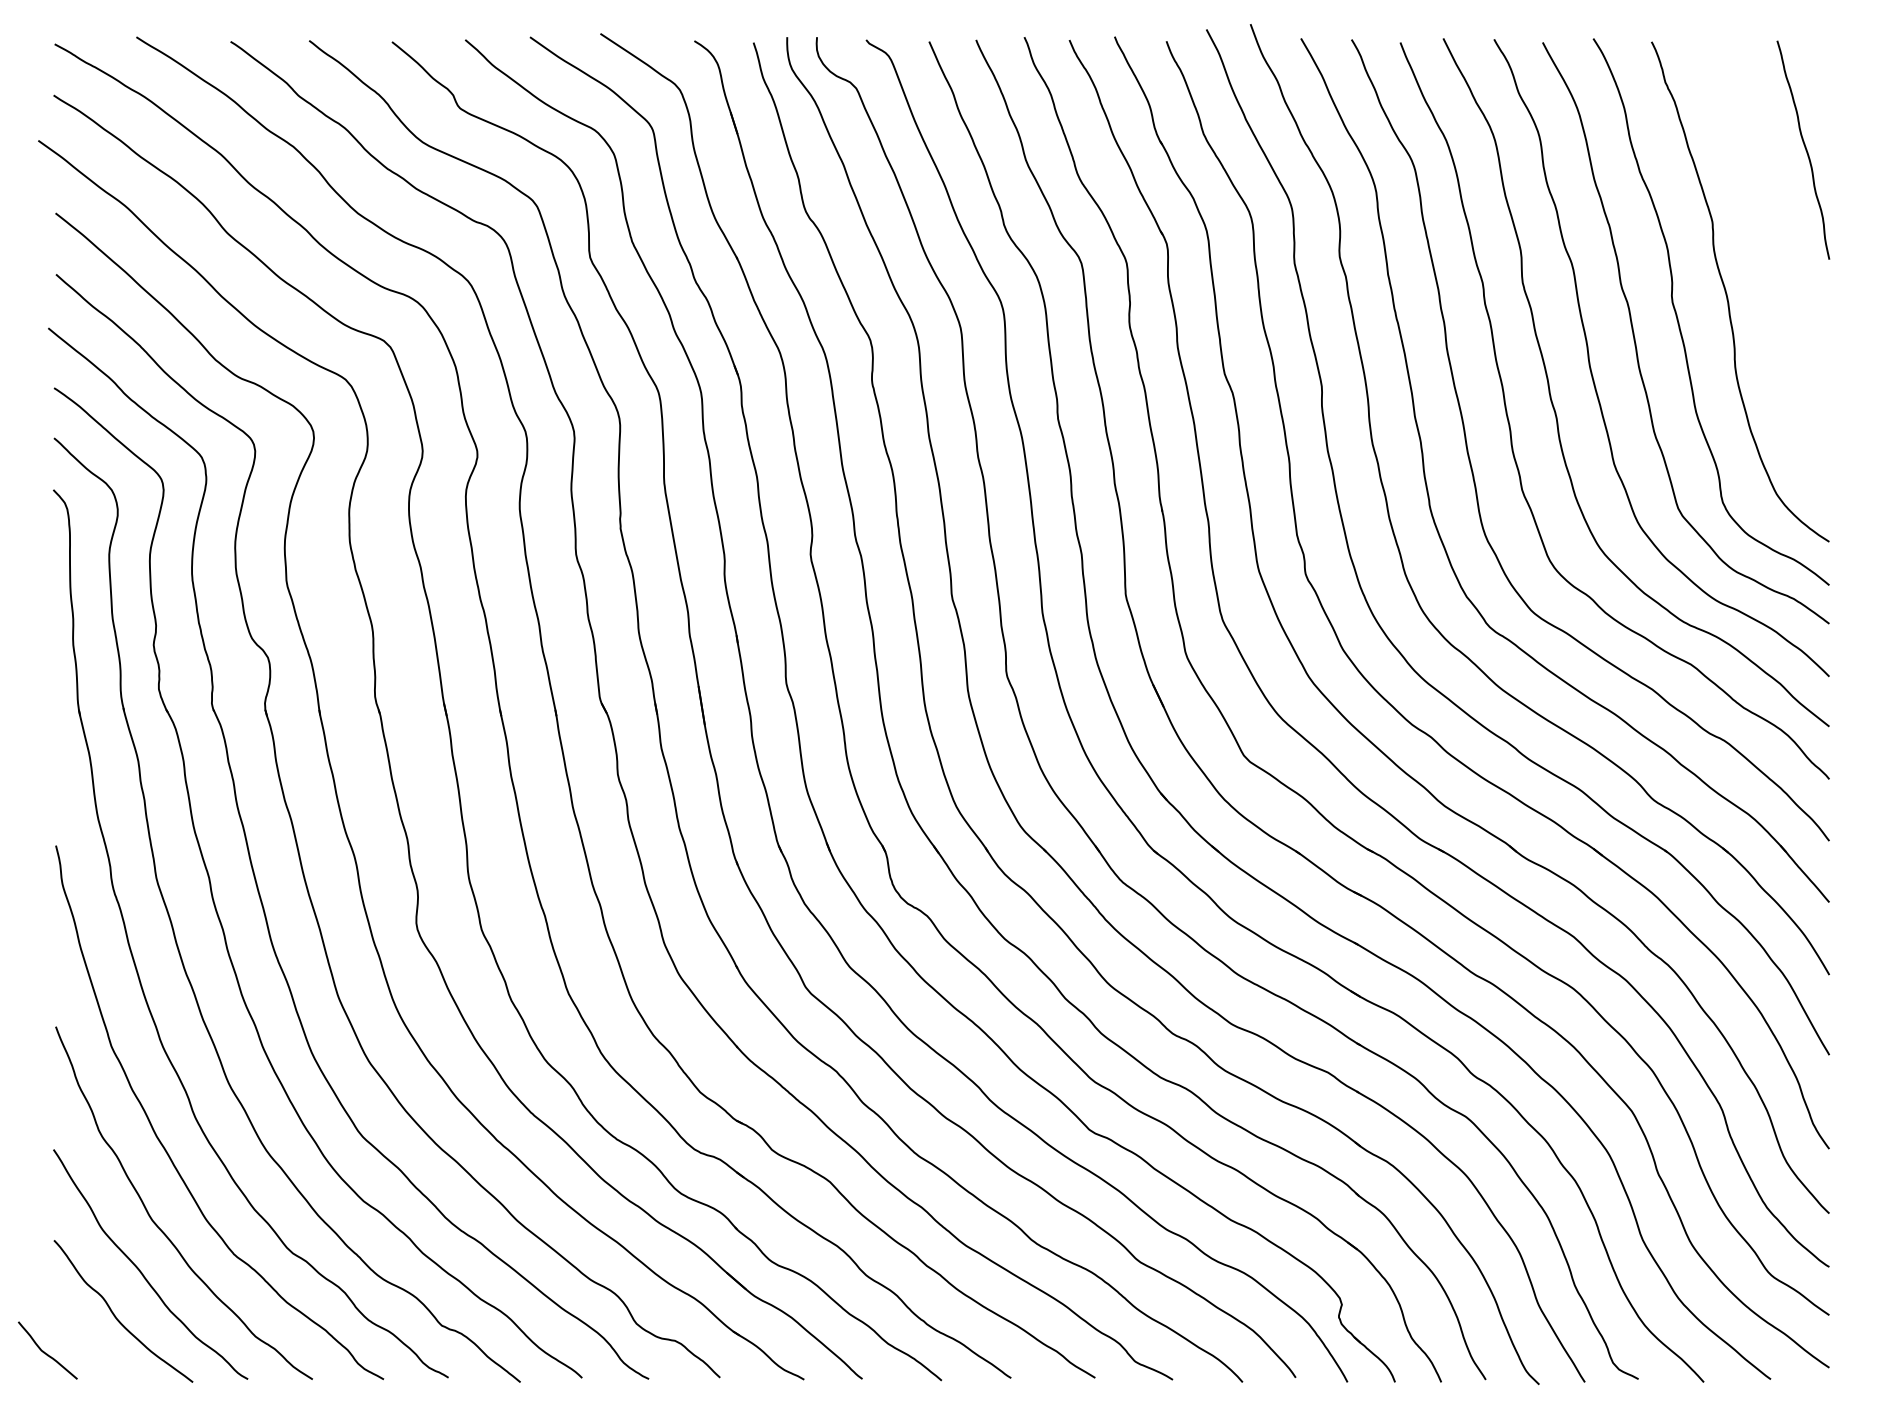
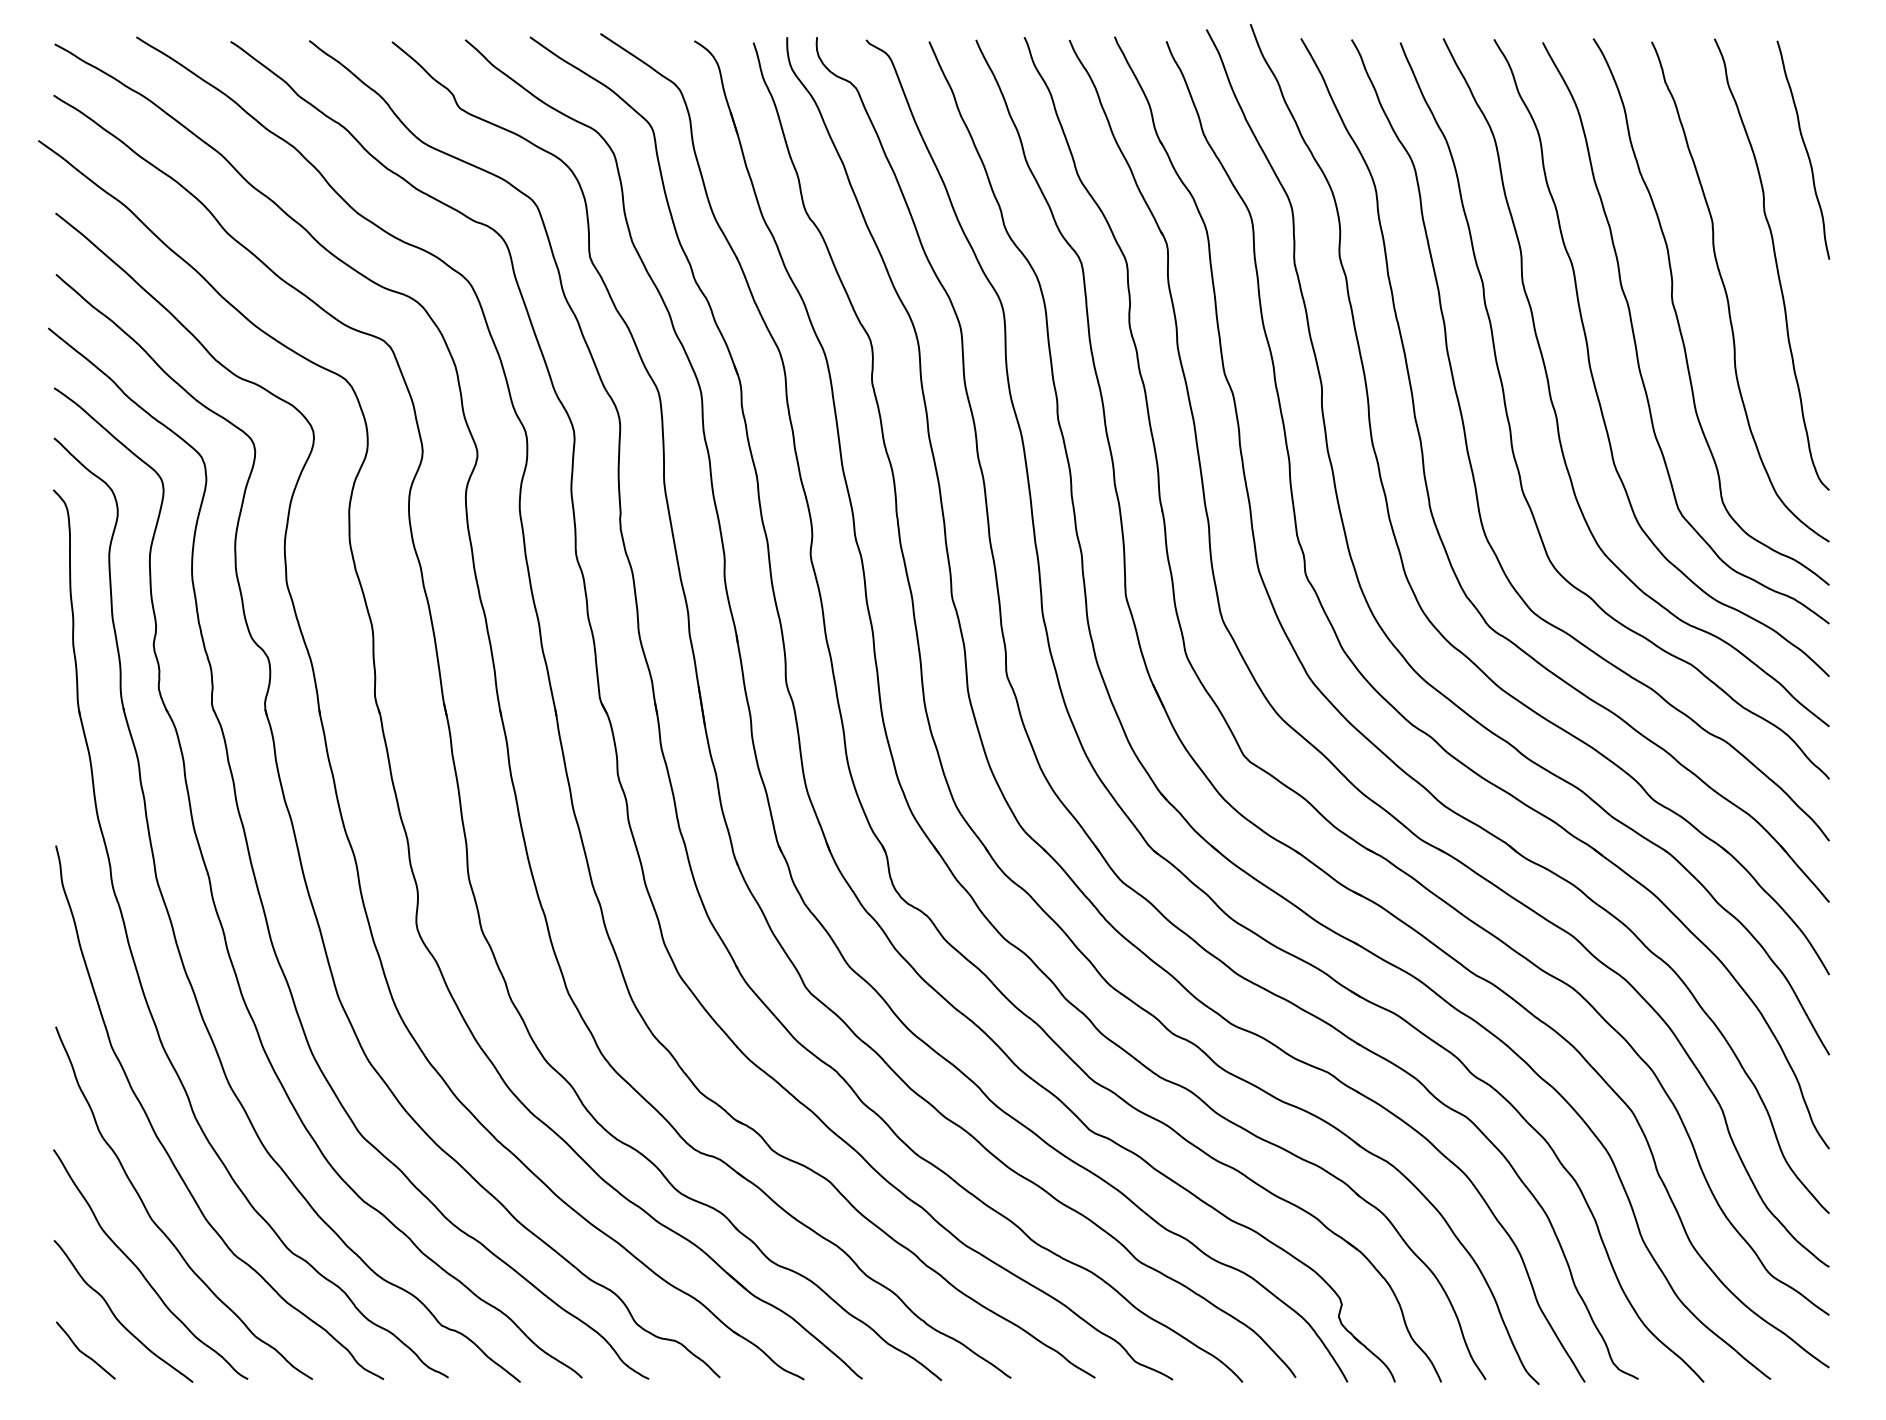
curve at (1775, 264): none -> present
curve at (45, 1352) position: (45, 1352) -> (83, 1352)
